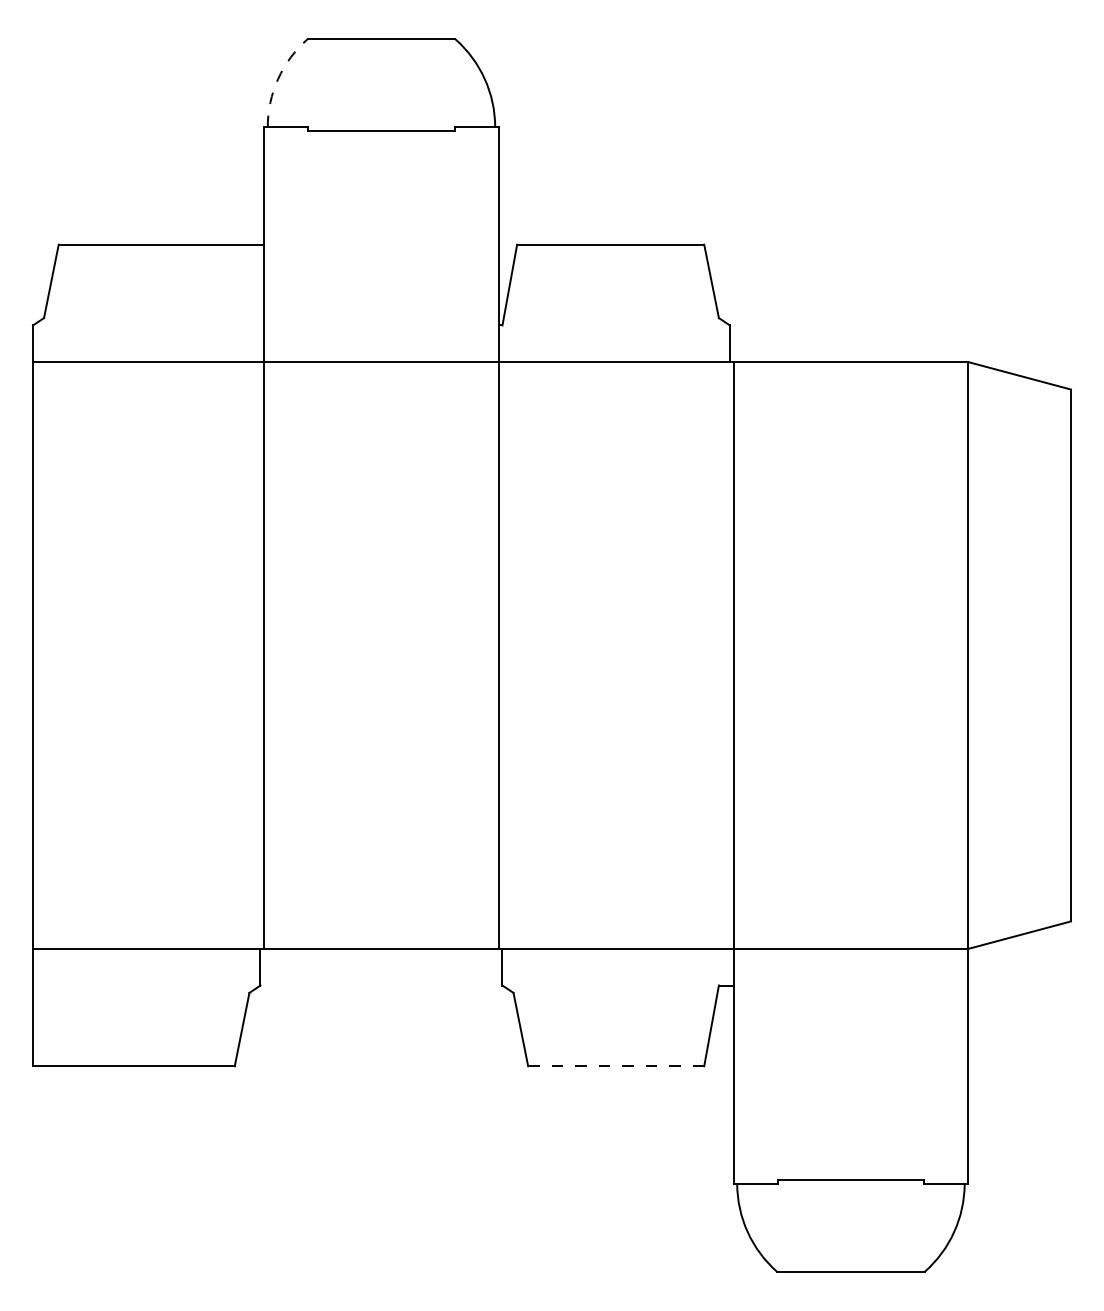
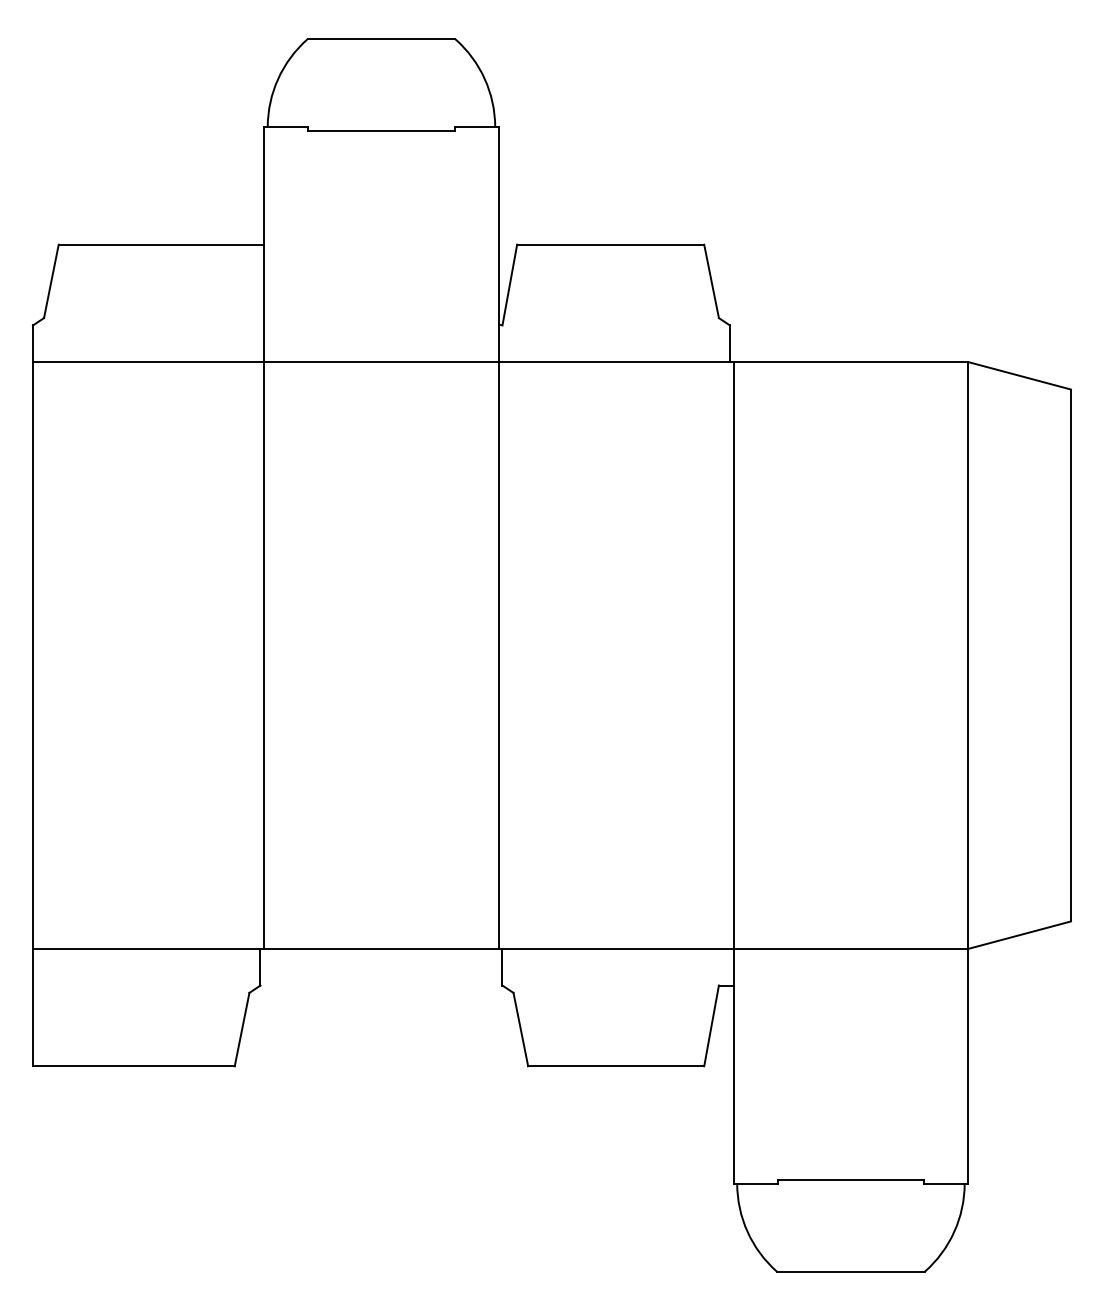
arc at (278, 79): dashed -> solid
line at (616, 1066): dashed -> solid
